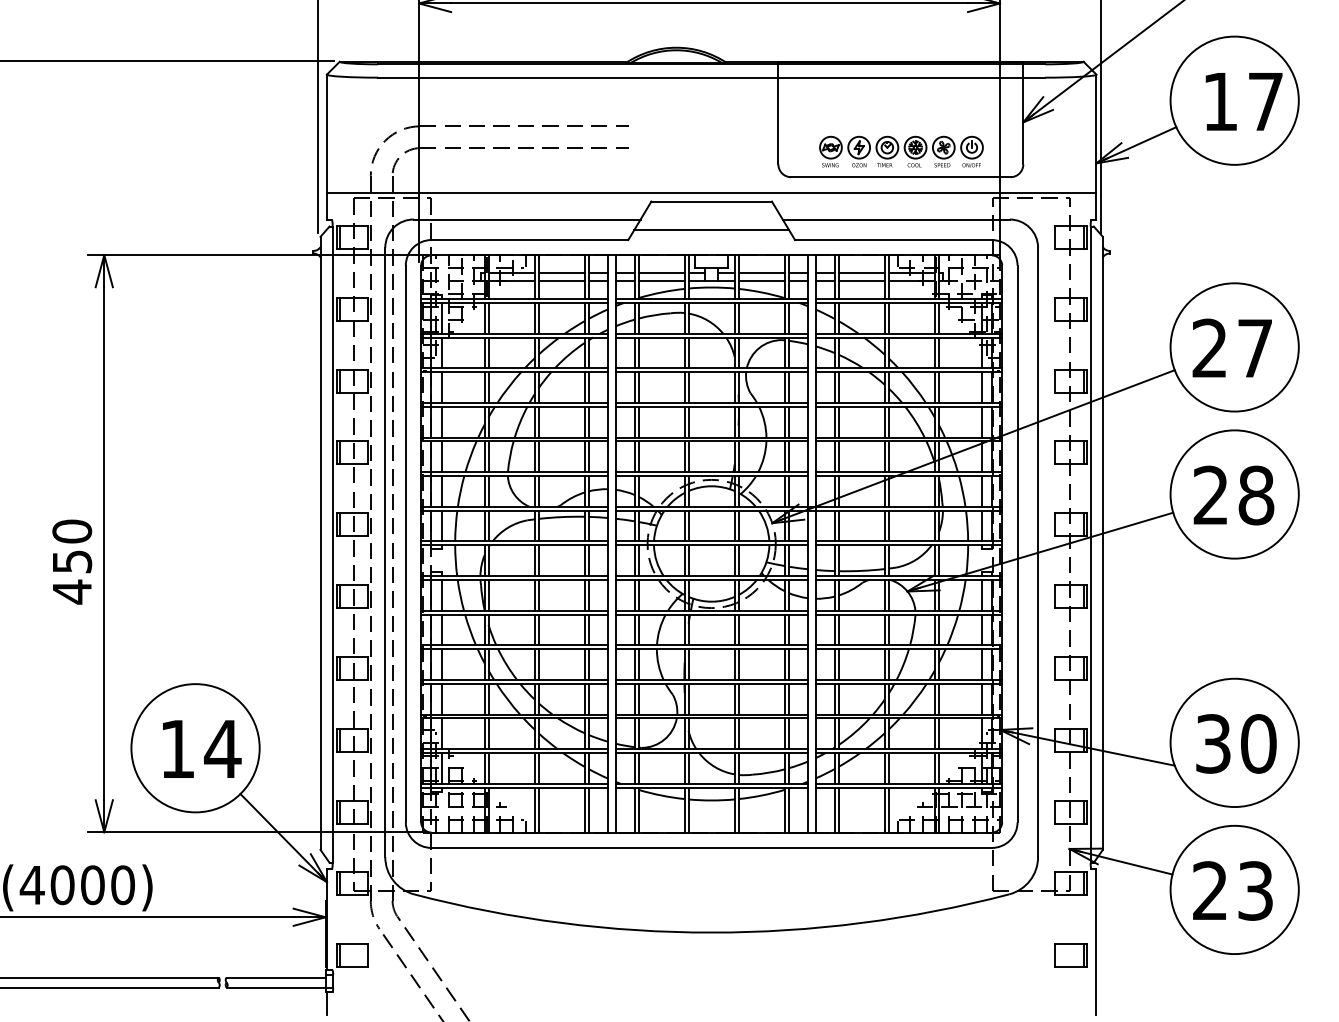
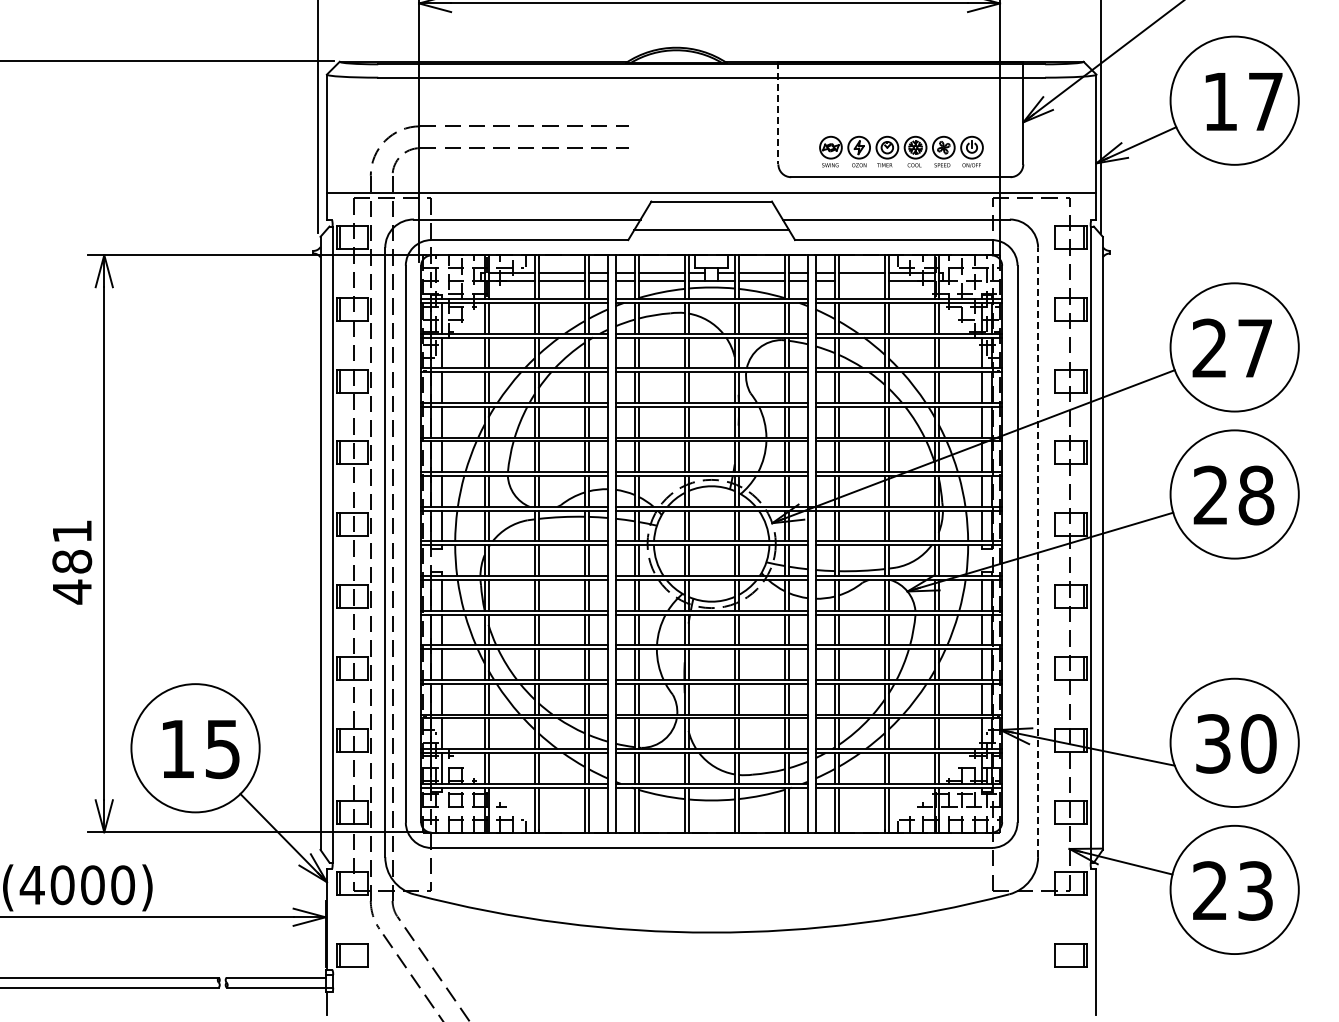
line at (778, 113): solid -> dashed
line at (861, 281): present -> none
text at (72, 546): 450 -> 481
line at (1038, 552): solid -> dashed
text at (222, 749): 14 -> 15
